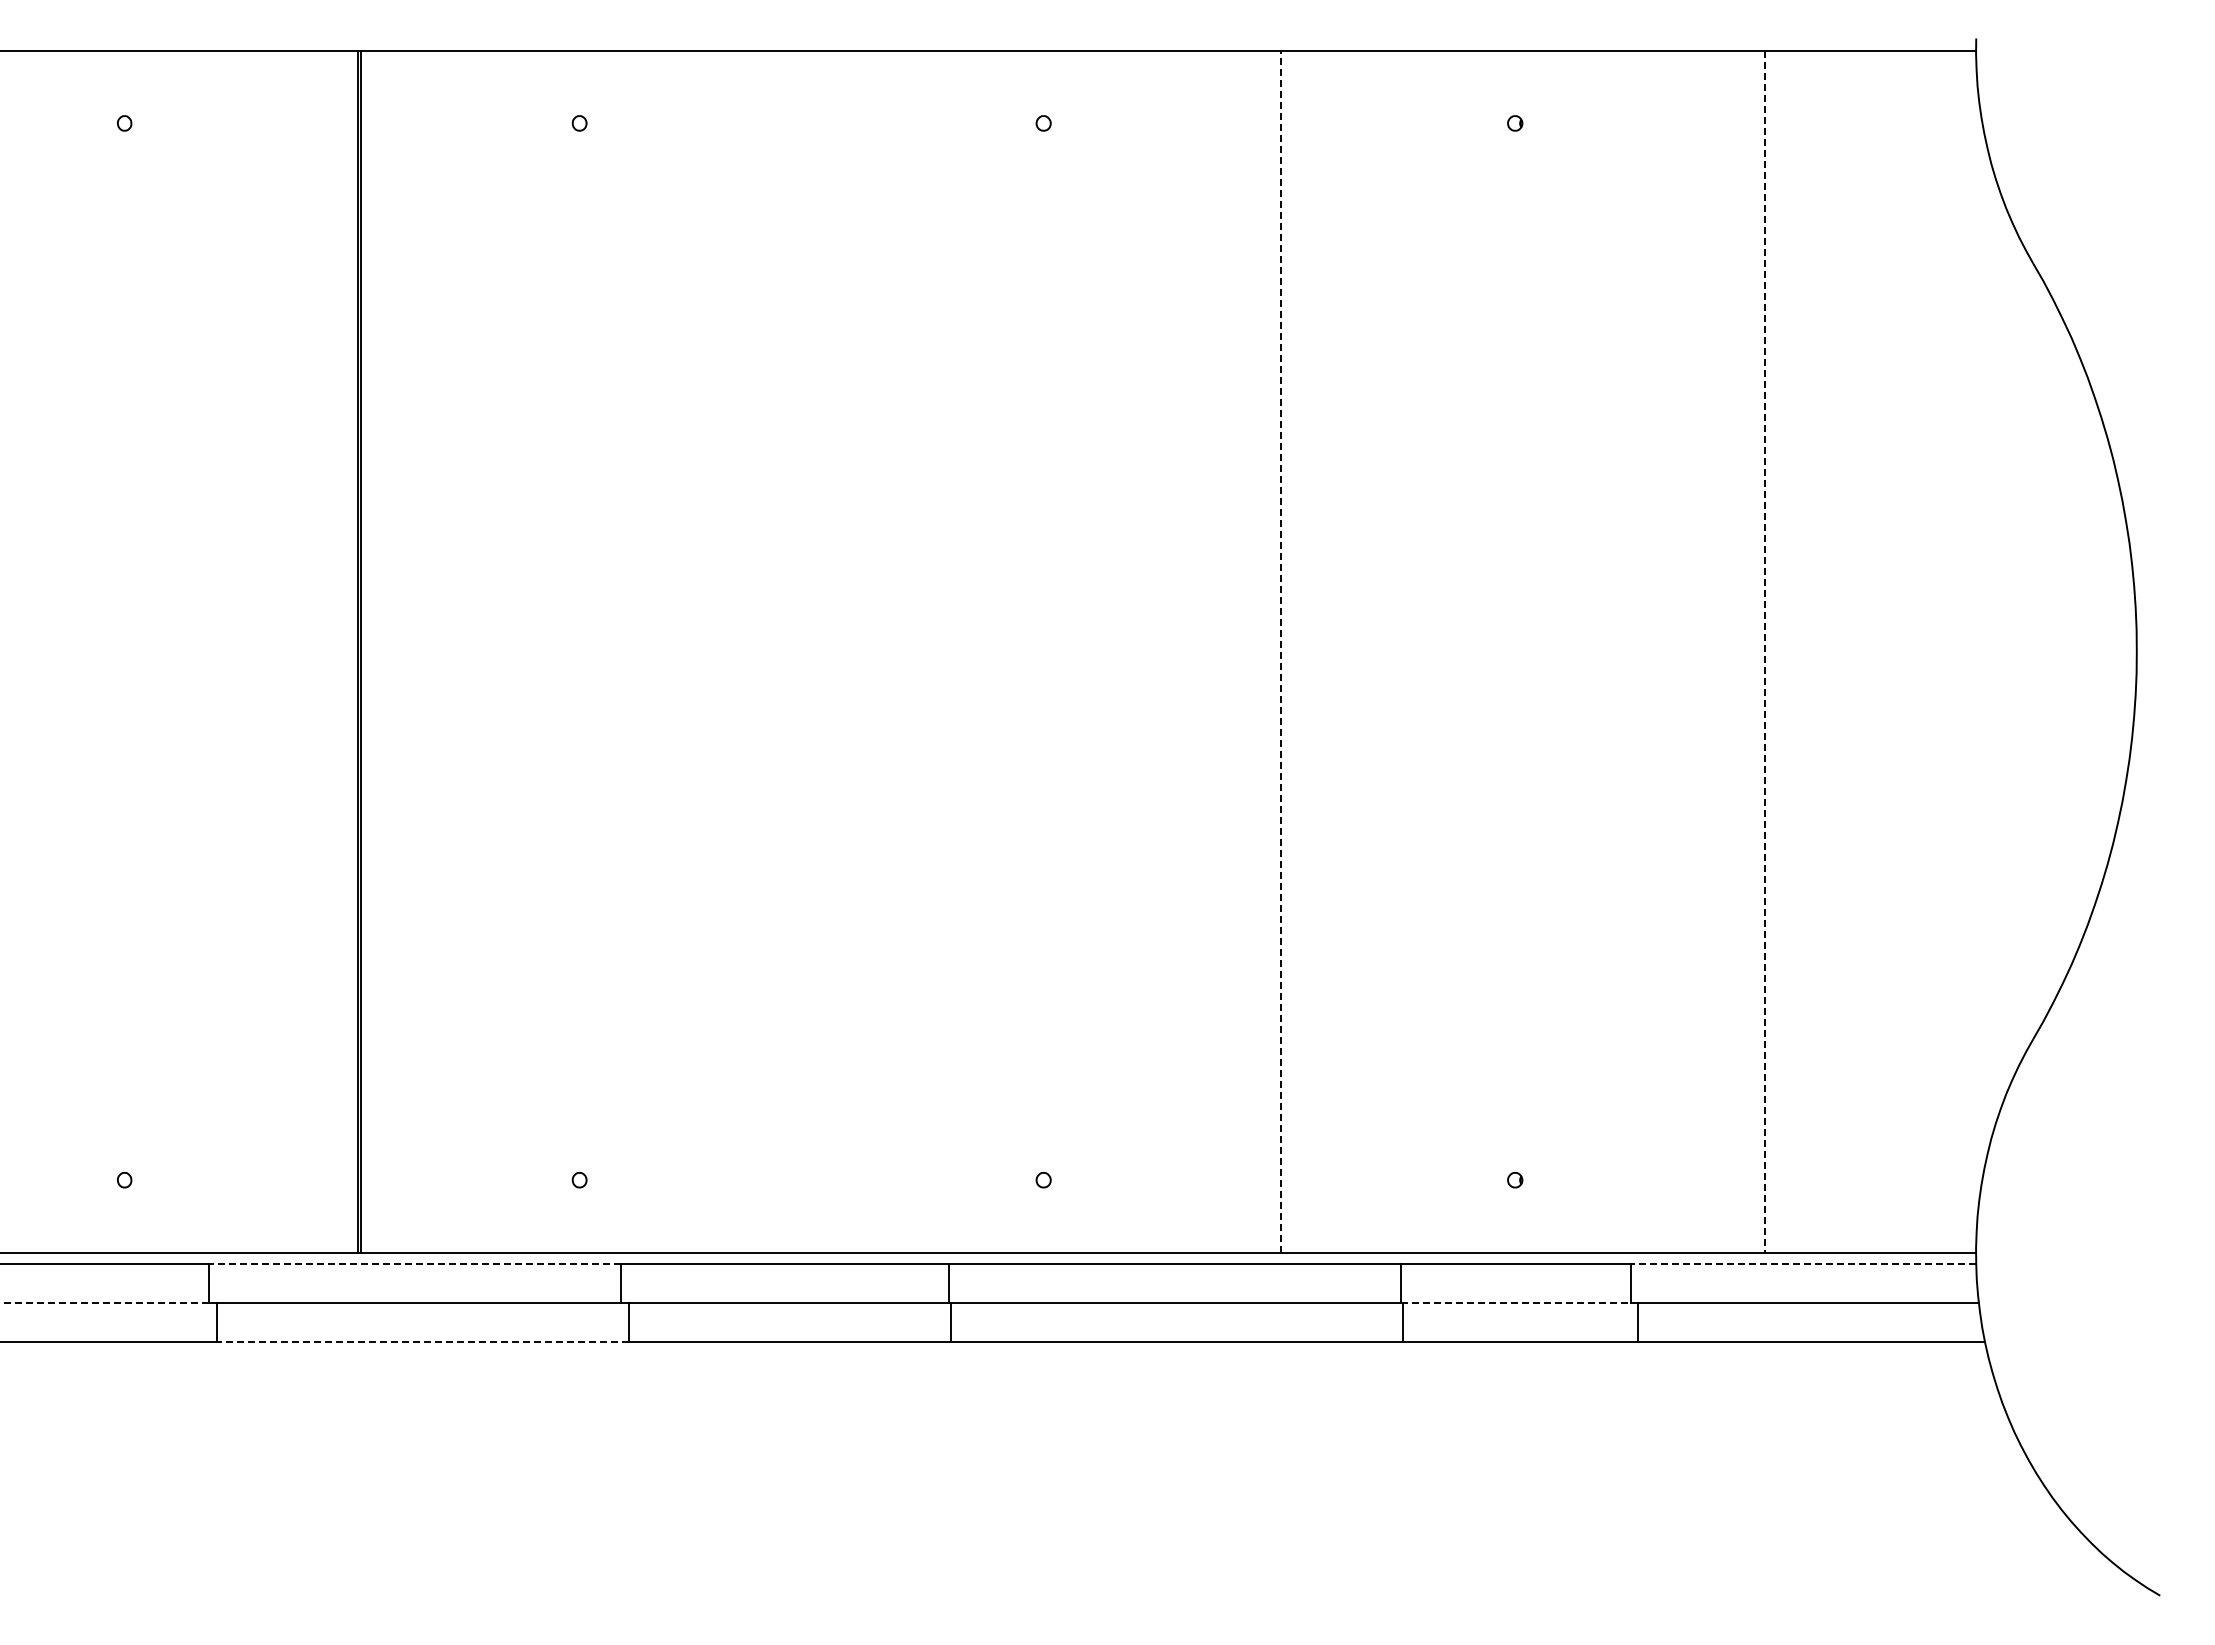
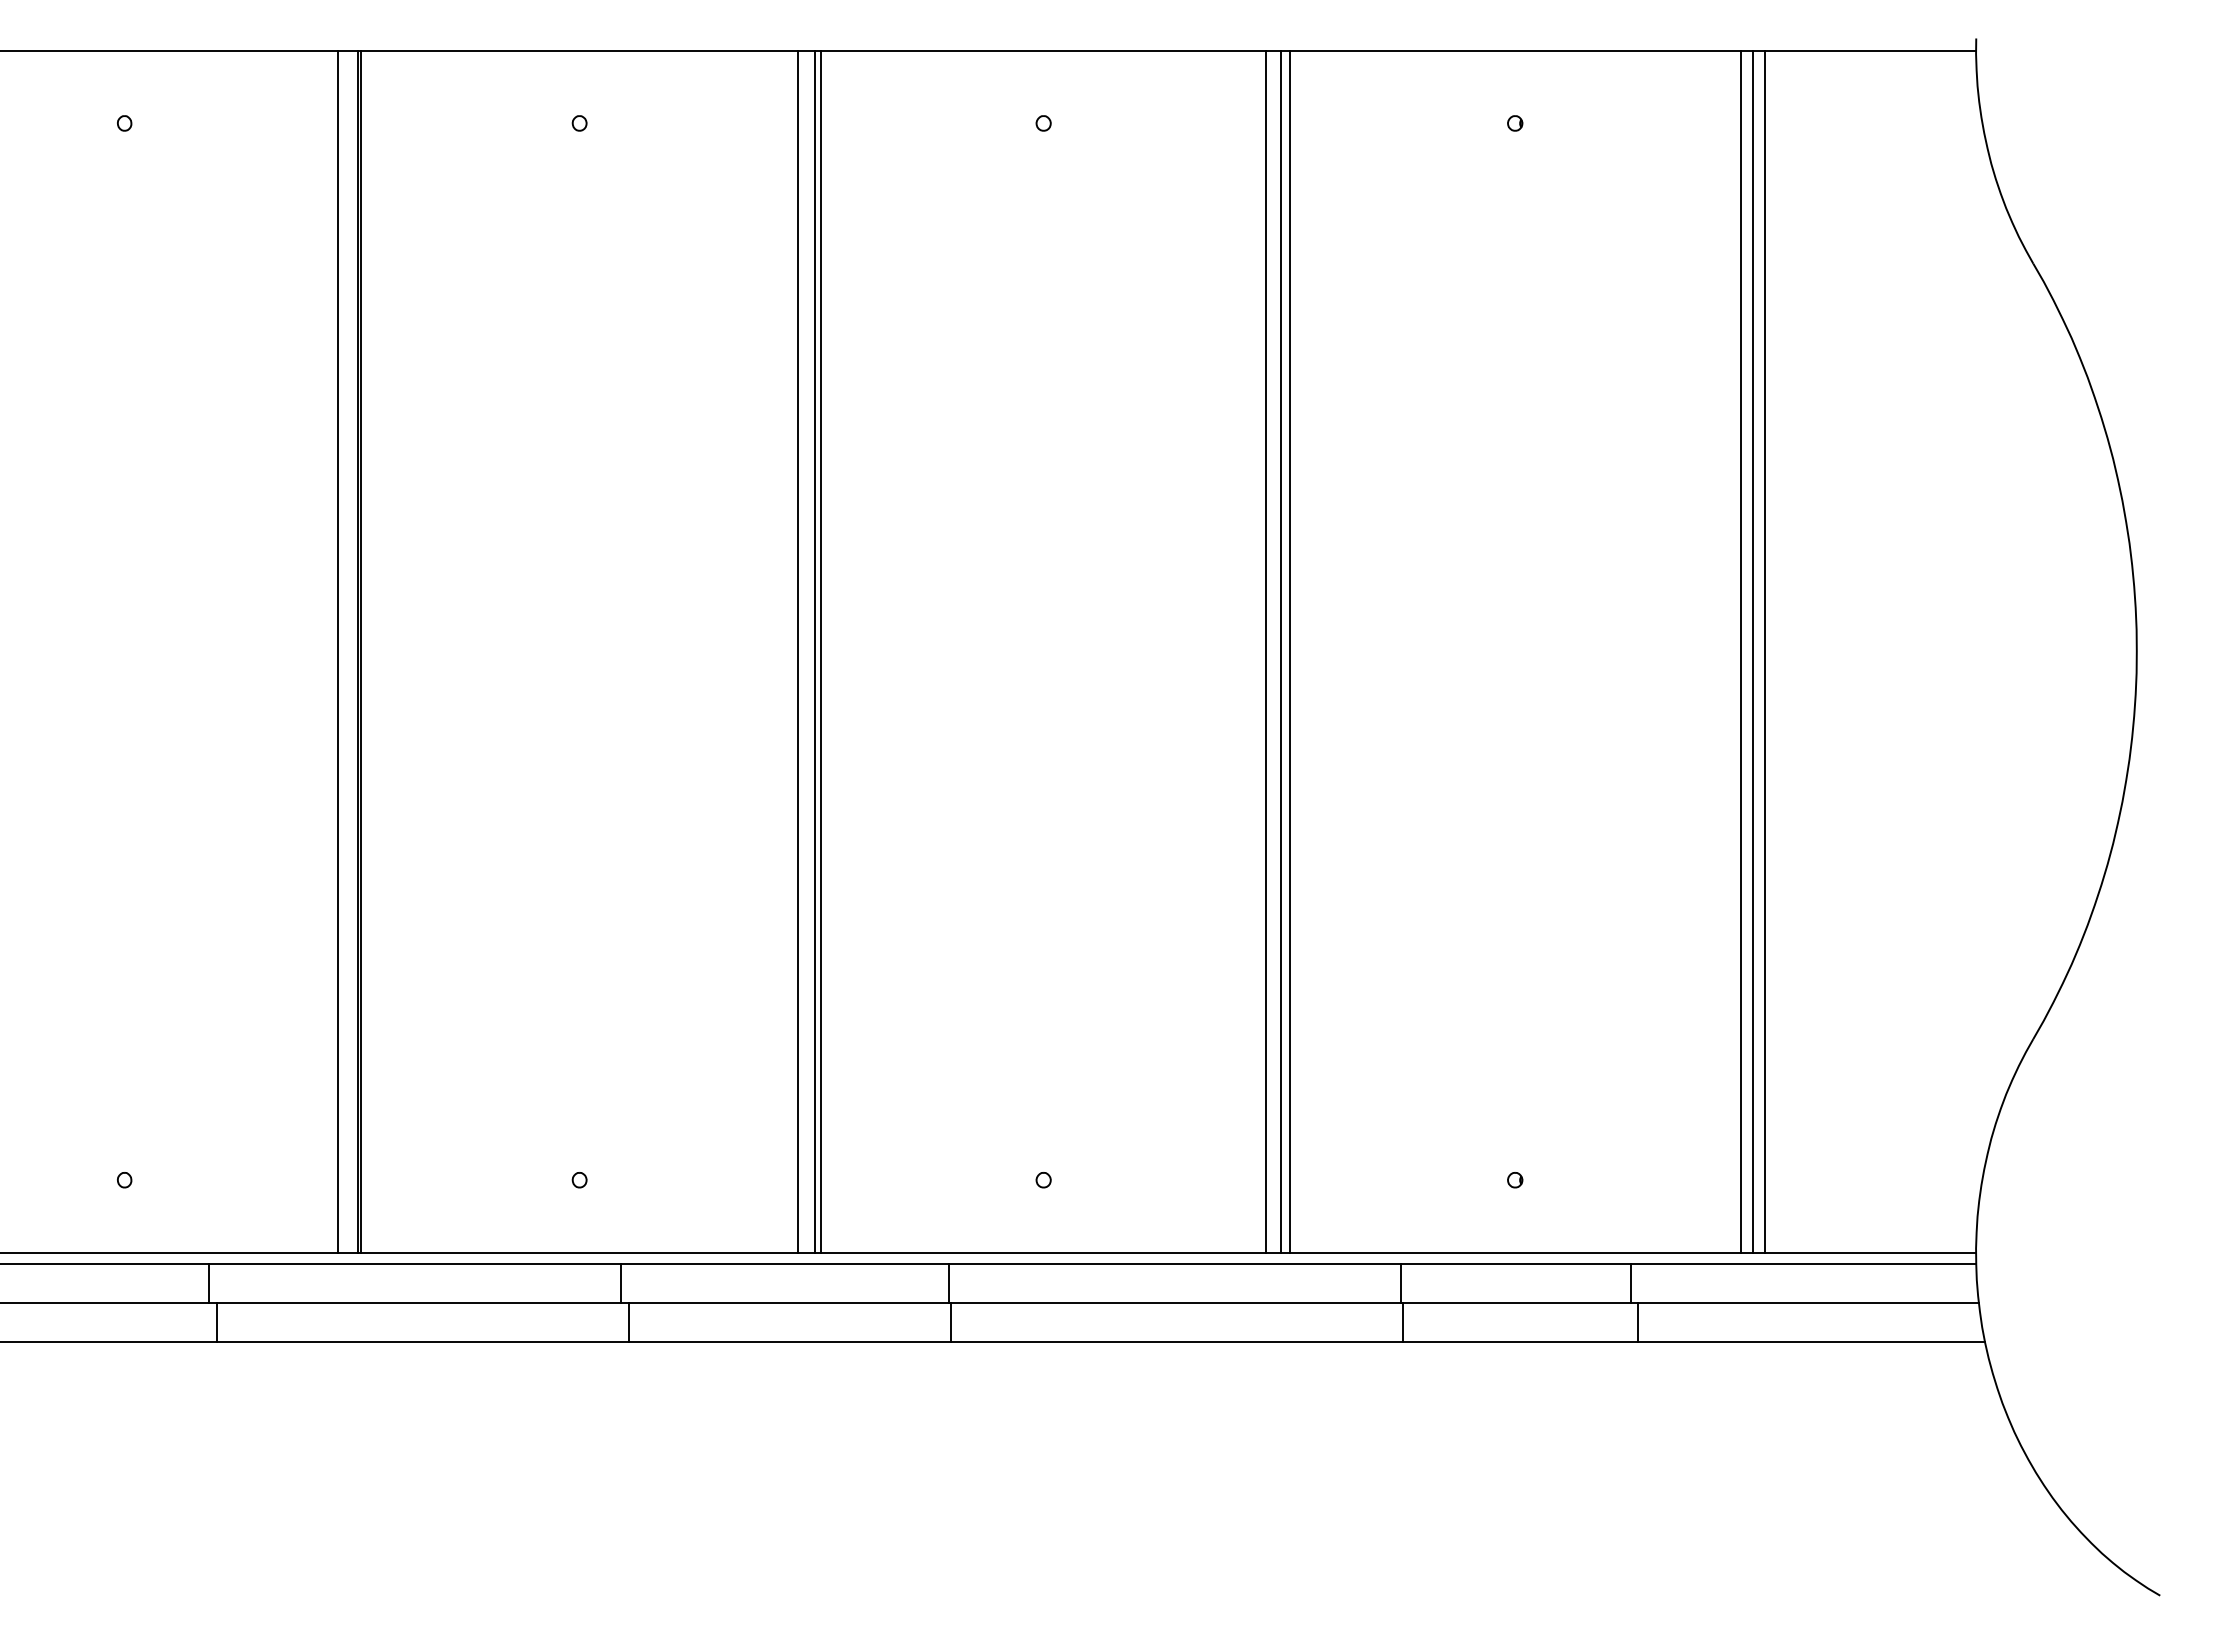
line at (338, 651): none -> present
line at (798, 651): none -> present
line at (815, 651): none -> present
line at (821, 651): none -> present
line at (1266, 651): none -> present
line at (1280, 651): dashed -> solid
line at (1289, 651): none -> present
line at (1740, 651): none -> present
line at (1752, 651): none -> present
line at (1764, 651): dashed -> solid
line at (415, 1263): dashed -> solid
line at (1803, 1263): dashed -> solid
line at (104, 1303): dashed -> solid
line at (1516, 1303): dashed -> solid
line at (423, 1342): dashed -> solid
